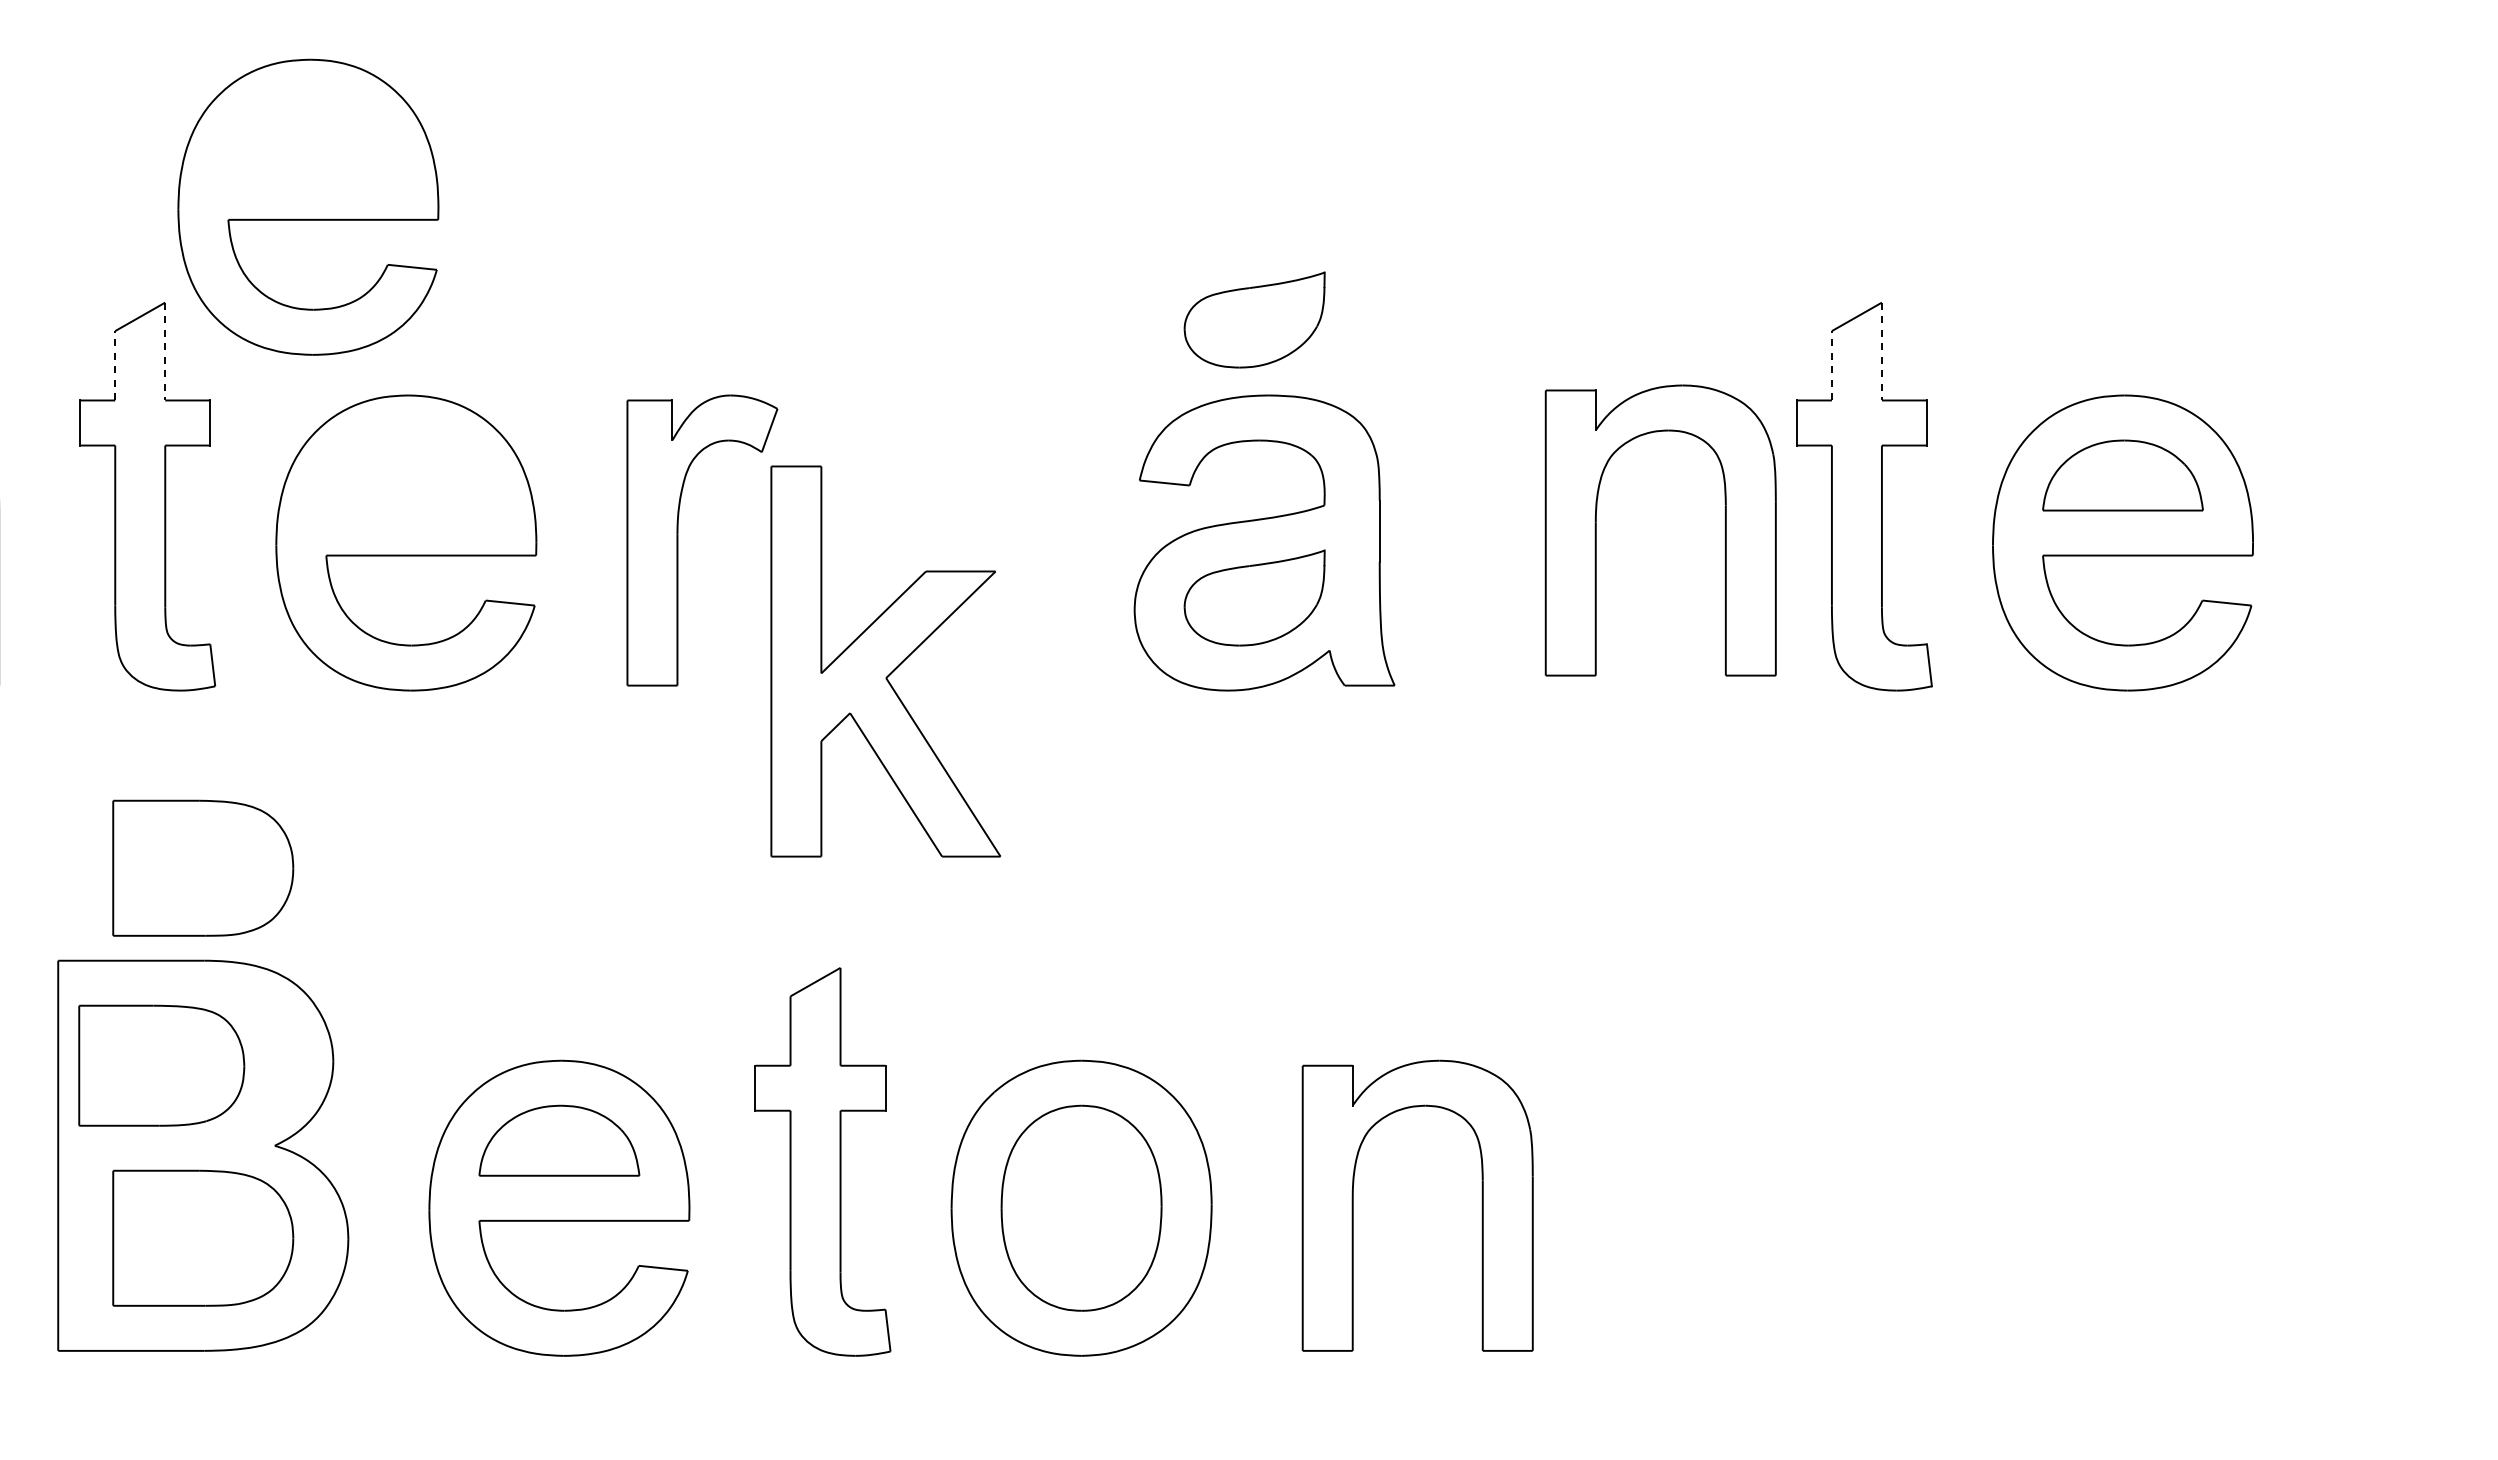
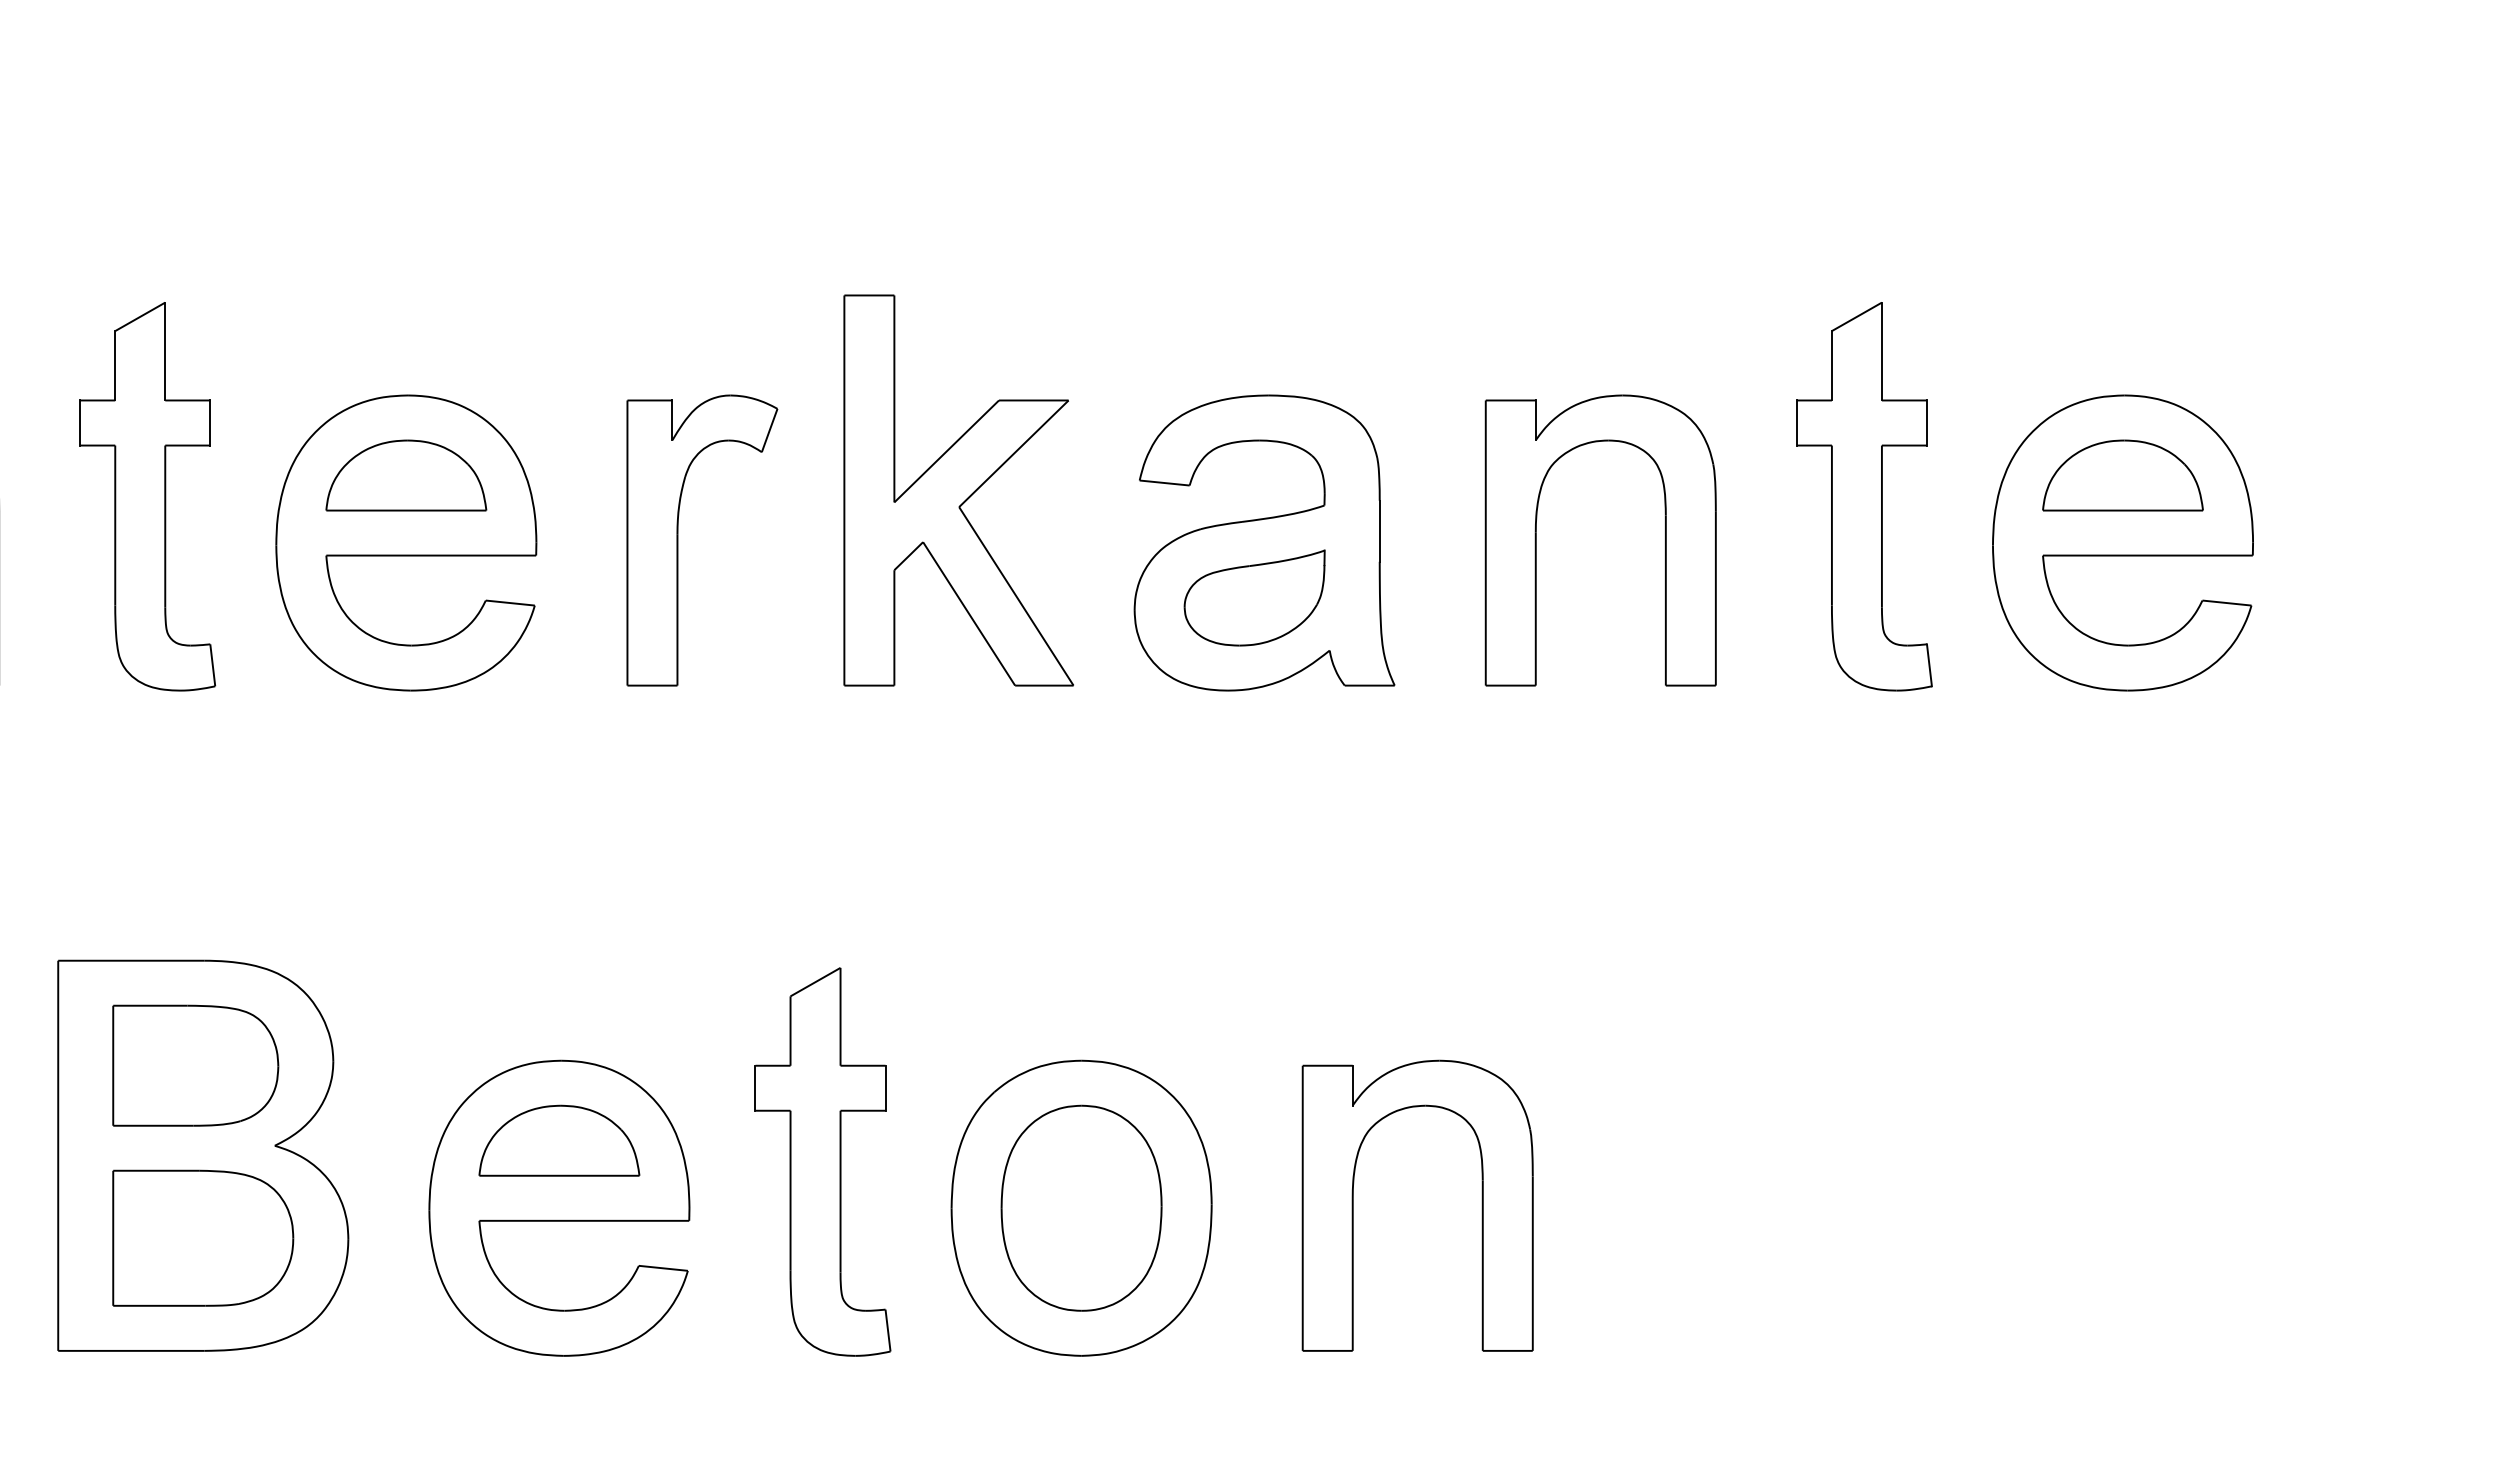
part at (308, 206): present -> none
part at (1254, 319): present -> none
line at (165, 351): dashed -> solid
line at (1881, 351): dashed -> solid
line at (115, 365): dashed -> solid
line at (1831, 365): dashed -> solid
part at (406, 475): none -> present
part at (1596, 530) position: (1596, 530) -> (1536, 540)
part at (885, 661) position: (885, 661) -> (958, 490)
part at (203, 867): present -> none
part at (161, 1065) position: (161, 1065) -> (195, 1065)
